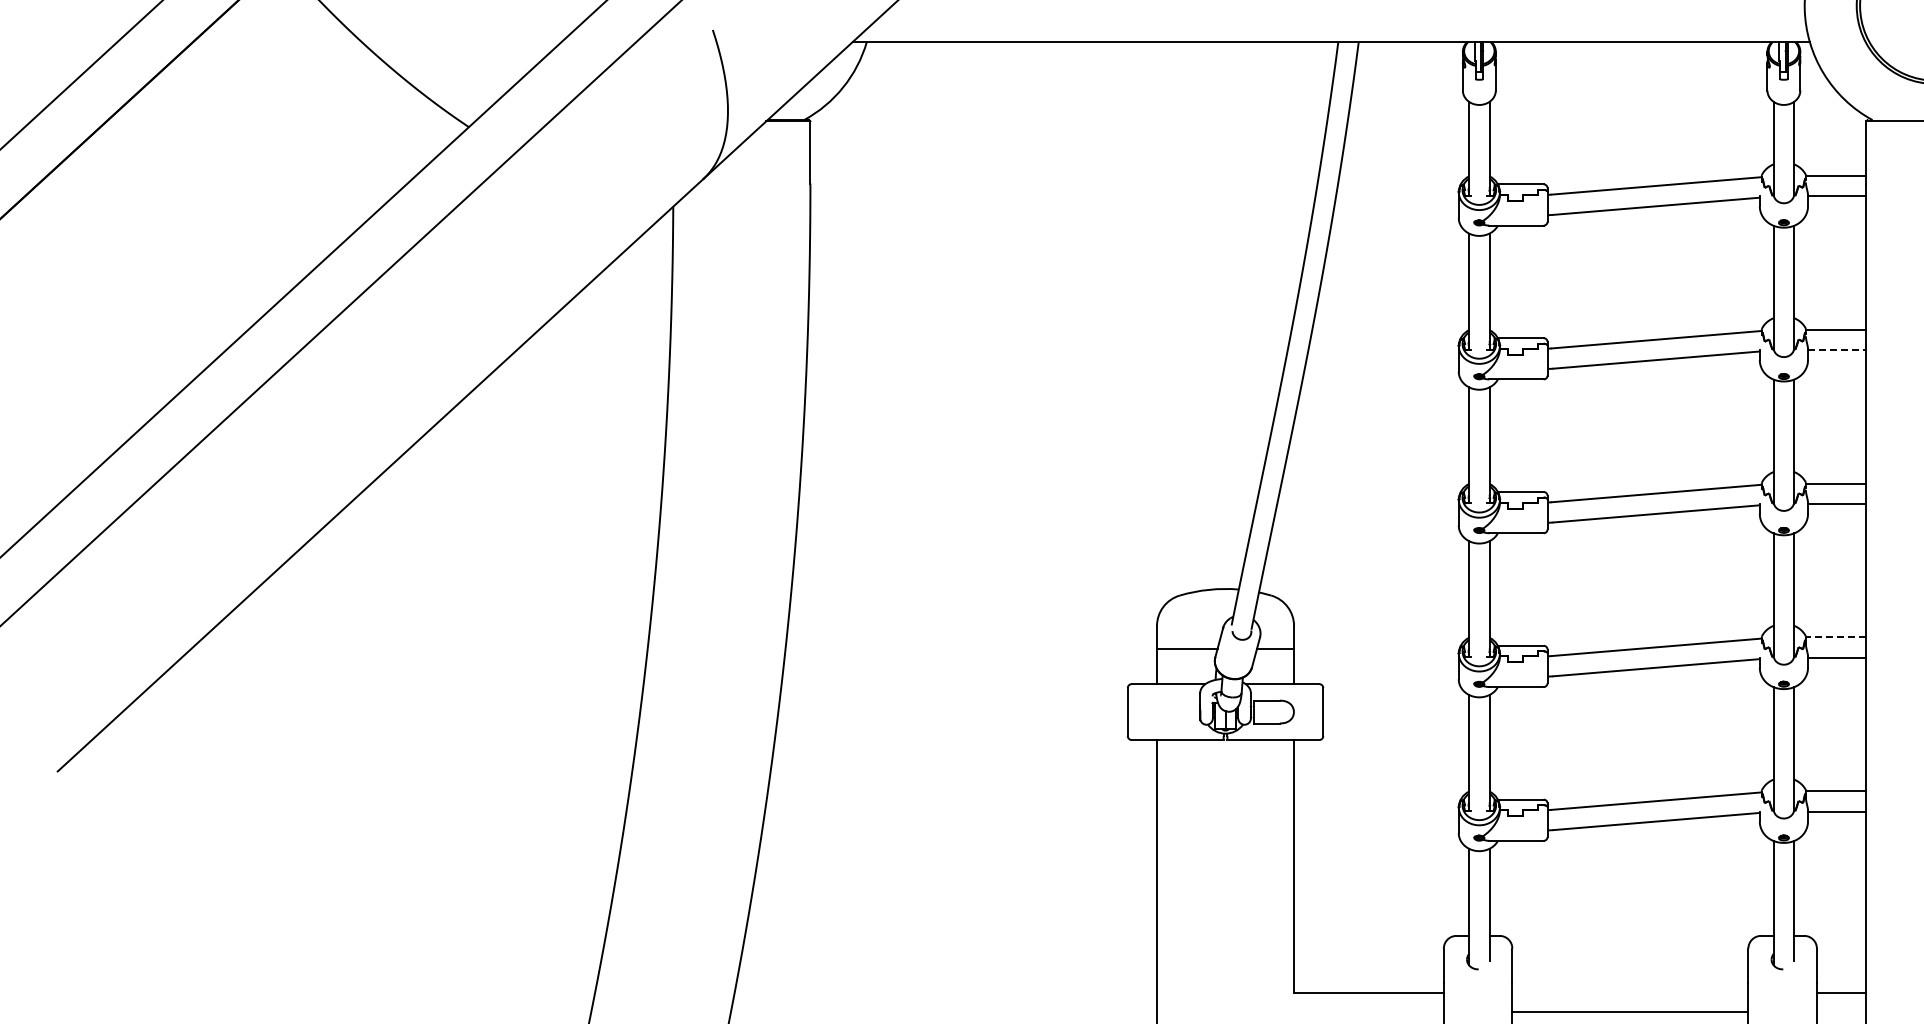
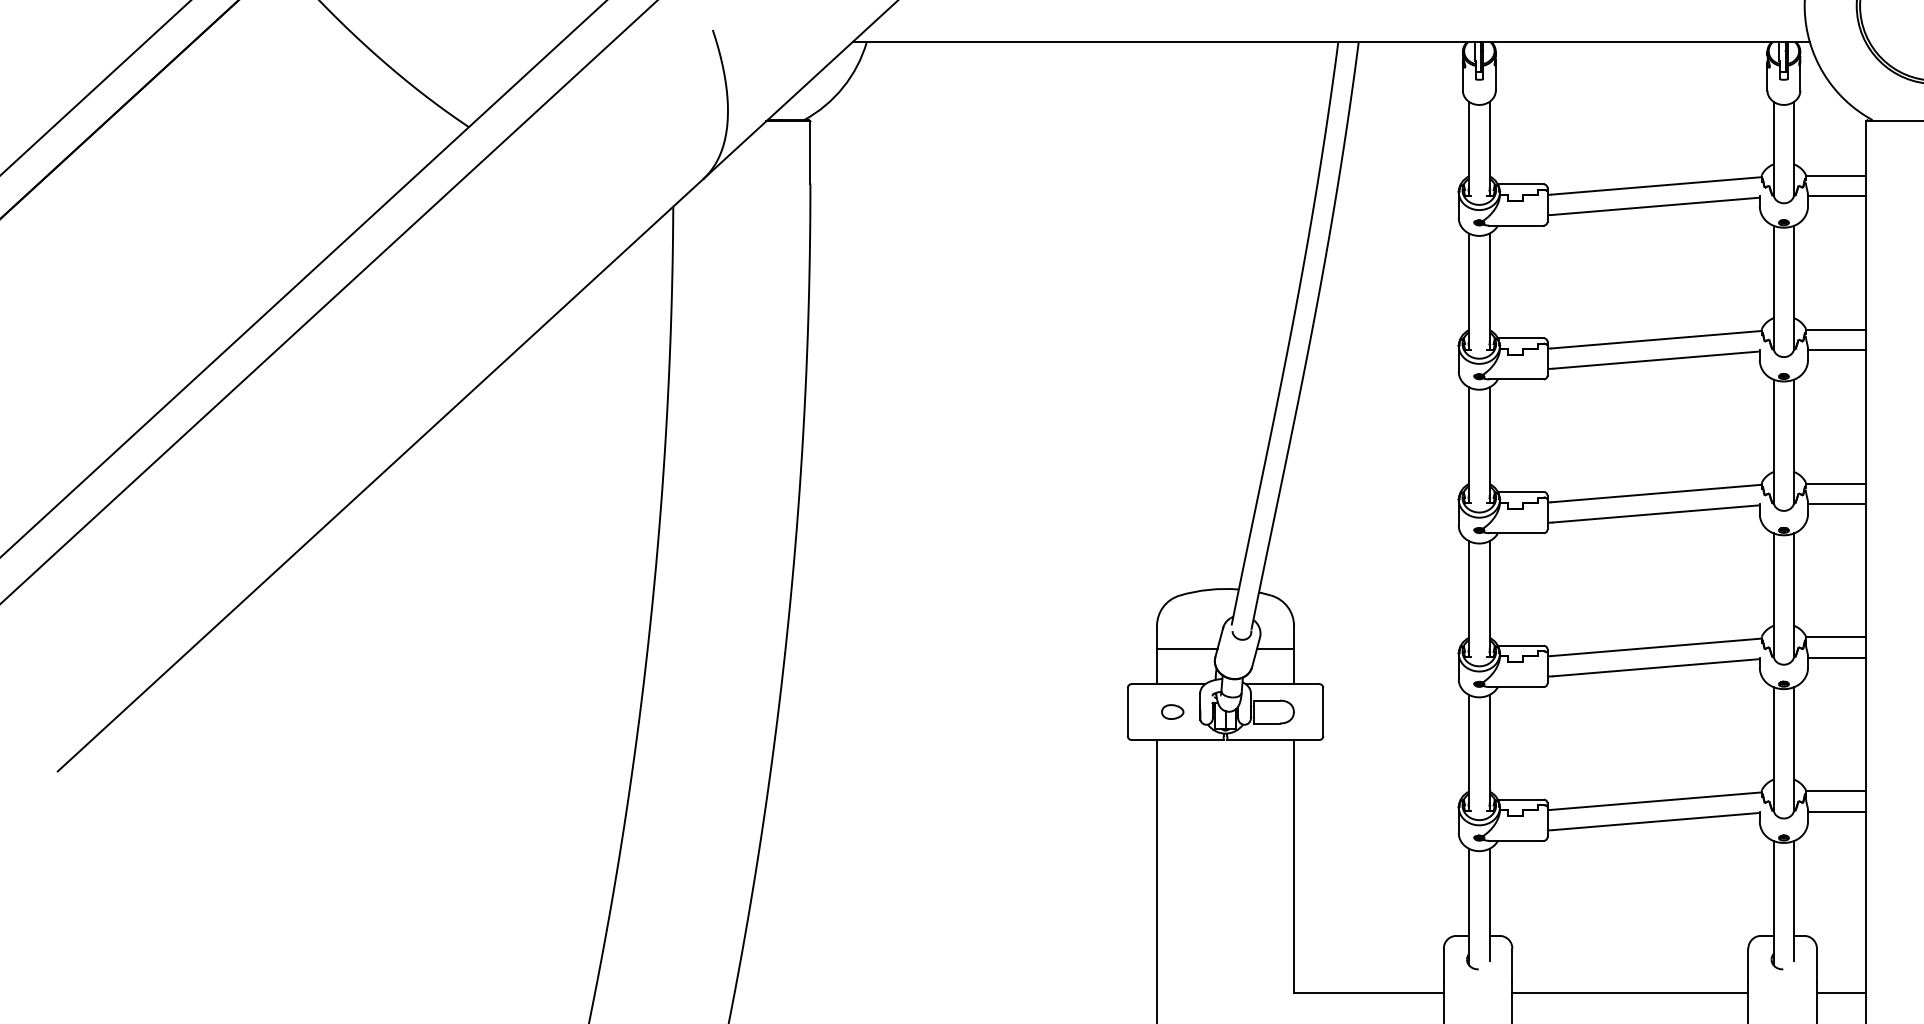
line at (81, 74) position: (81, 74) -> (95, 88)
line at (340, 313) position: (340, 313) -> (328, 302)
line at (1837, 350): dashed -> solid
line at (1835, 637): dashed -> solid
part at (1172, 711): none -> present
line at (1630, 1012) position: (1630, 1012) -> (1630, 993)
